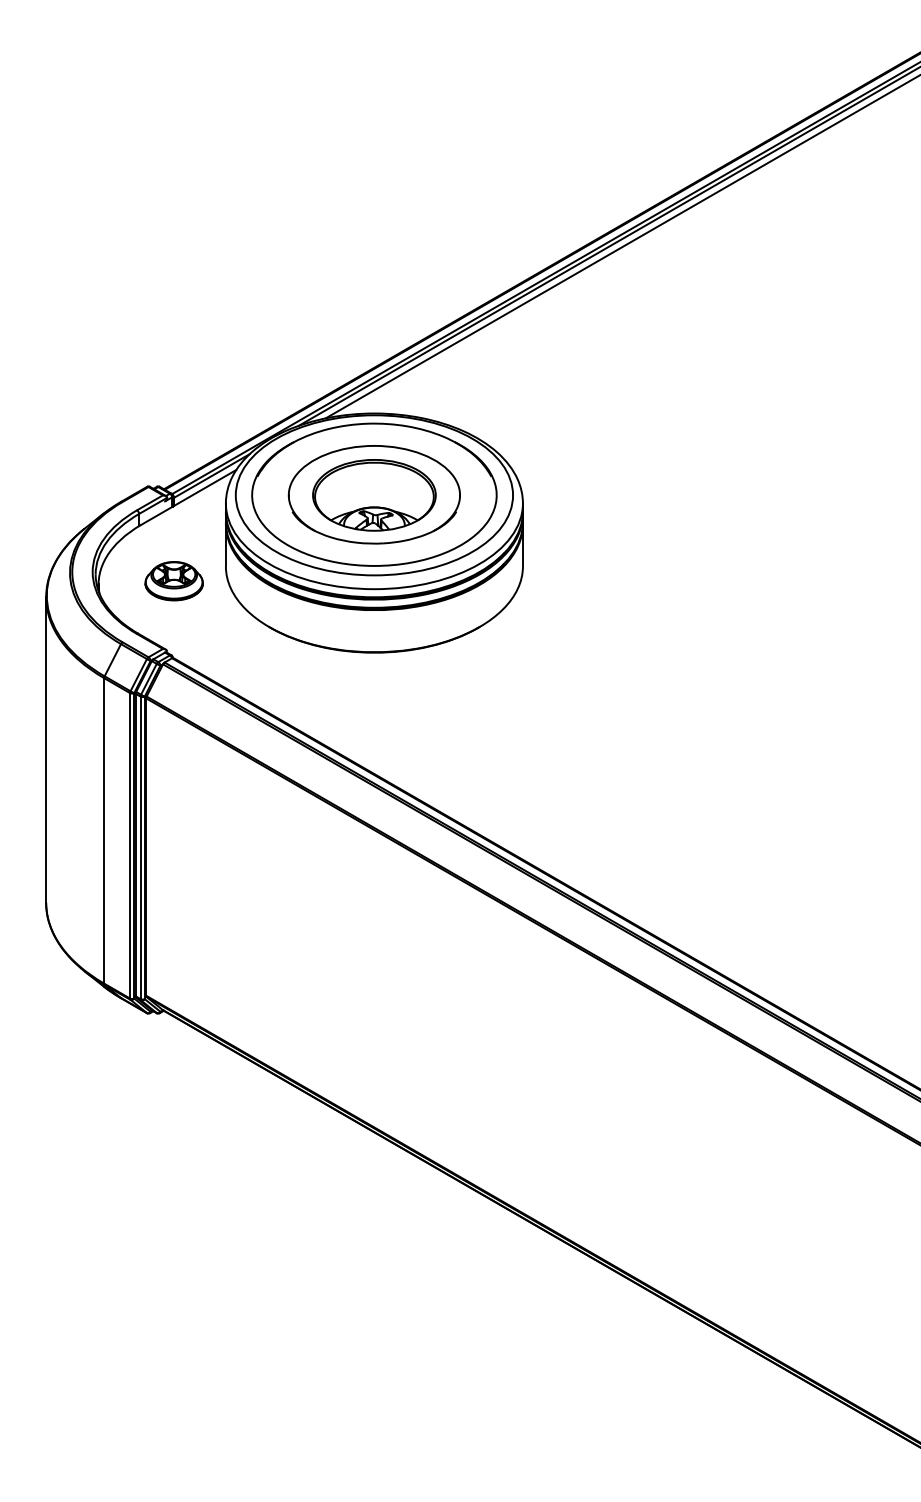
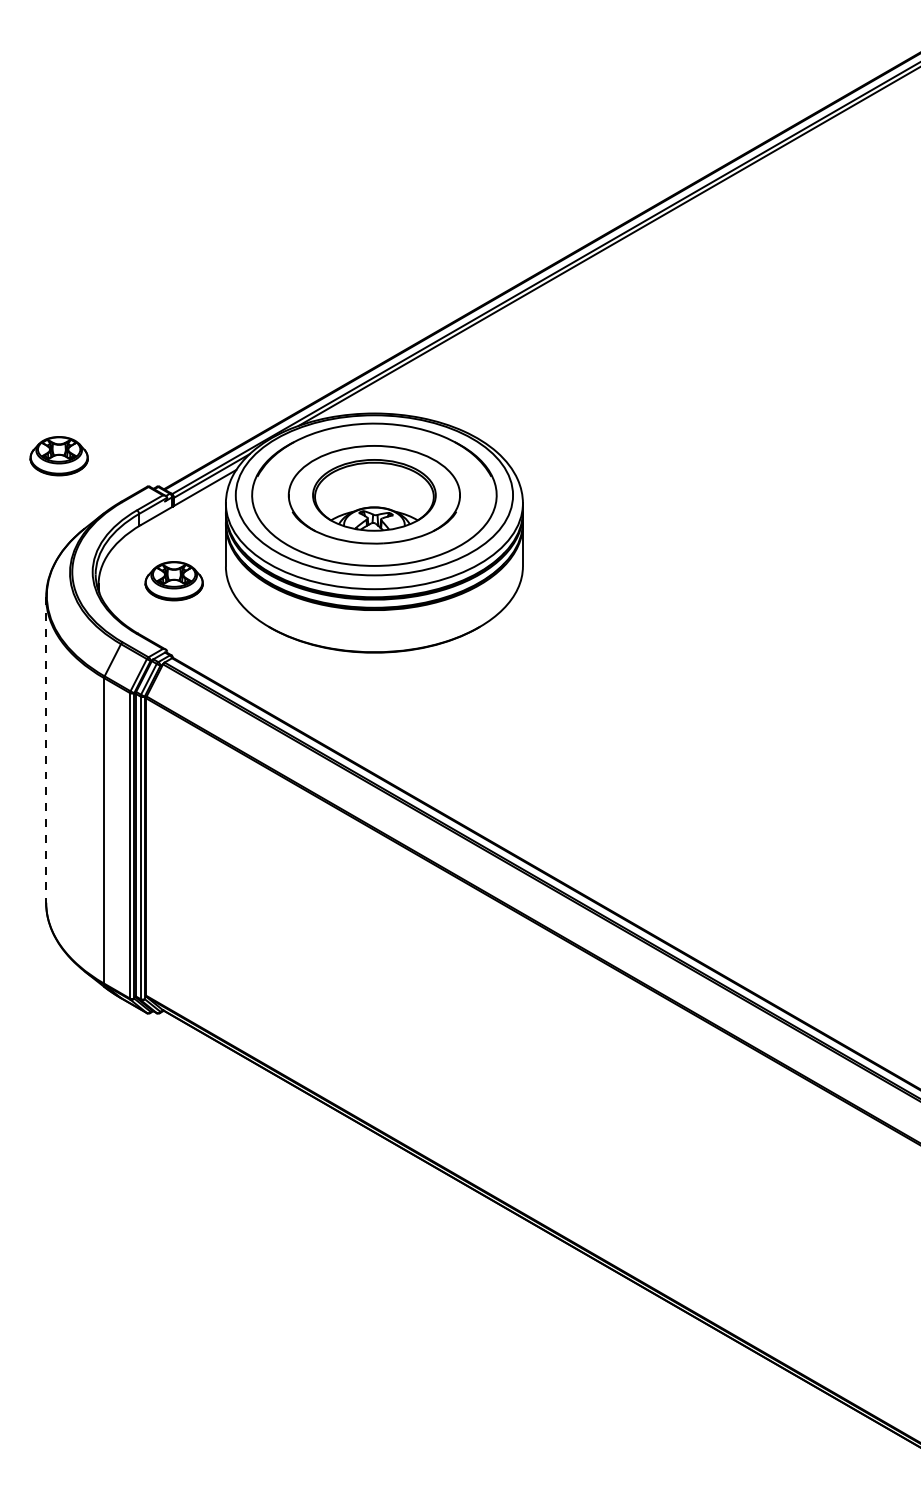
line at (621, 247): present -> none
part at (58, 456): none -> present
line at (46, 750): solid -> dashed
